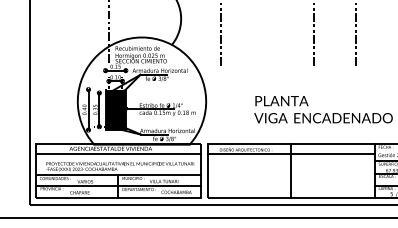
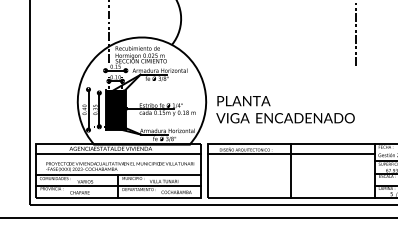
line at (220, 33): present -> none
line at (314, 33): present -> none
text at (323, 109) position: (323, 109) -> (285, 109)
